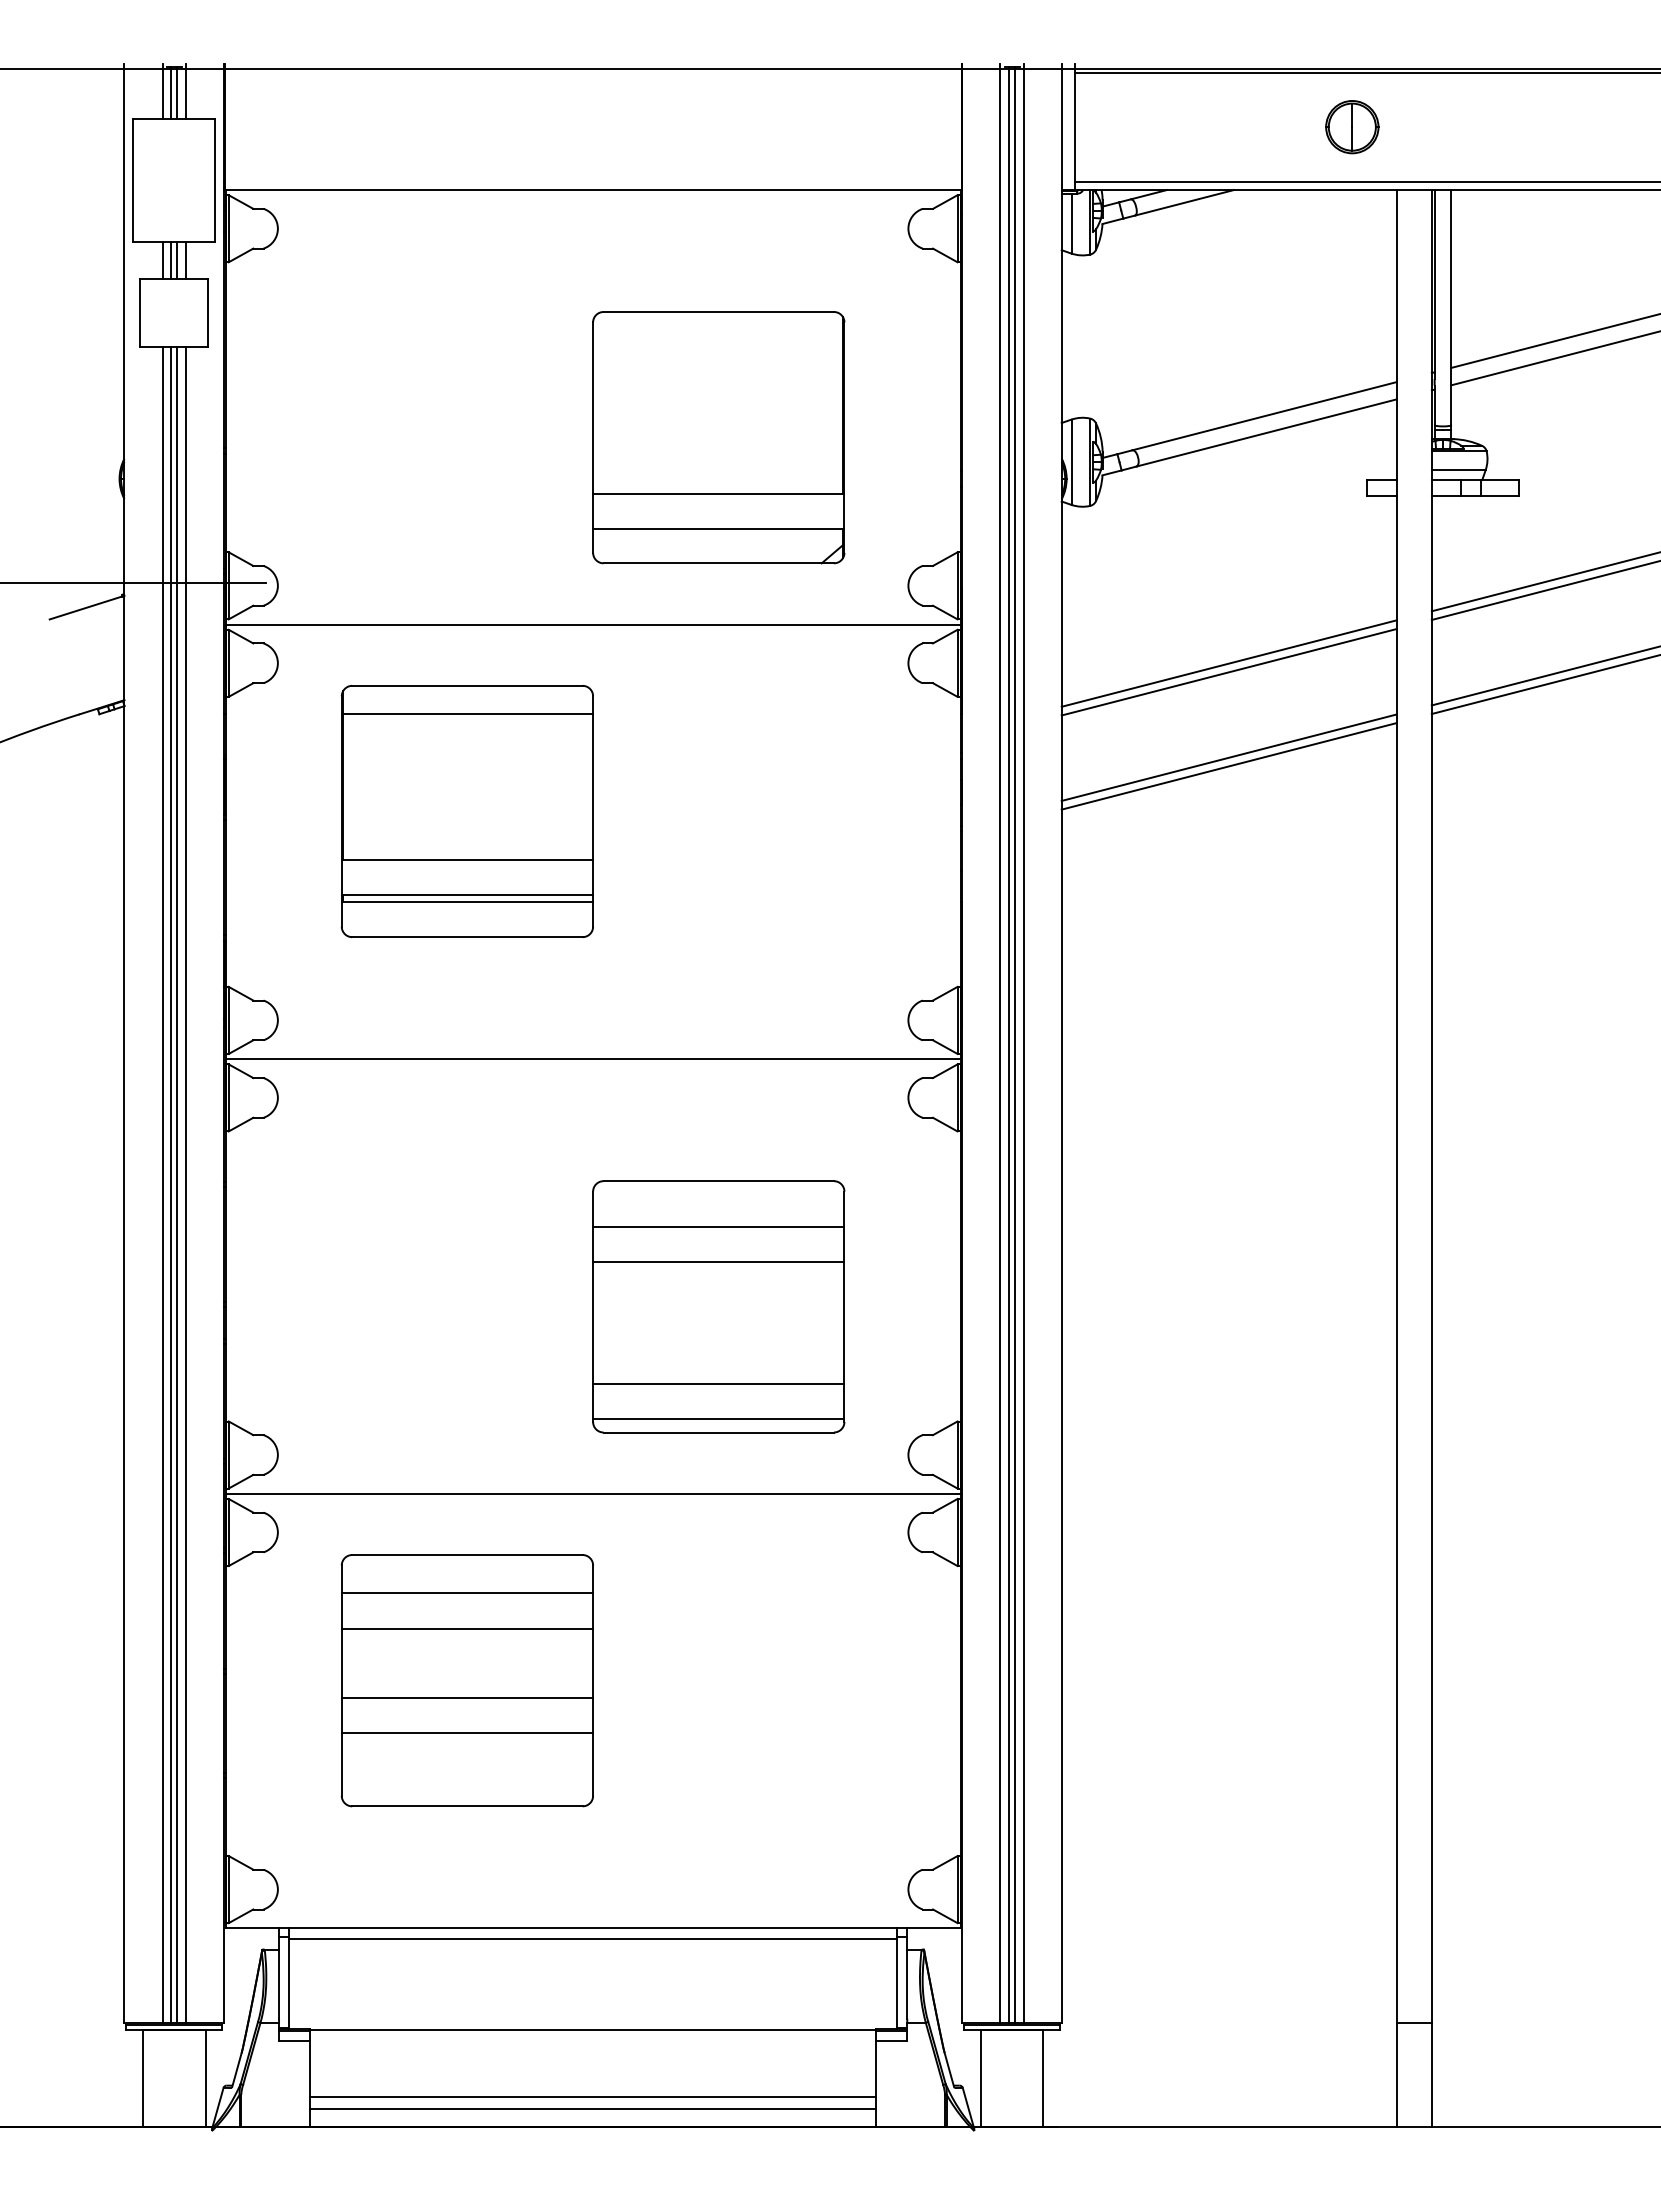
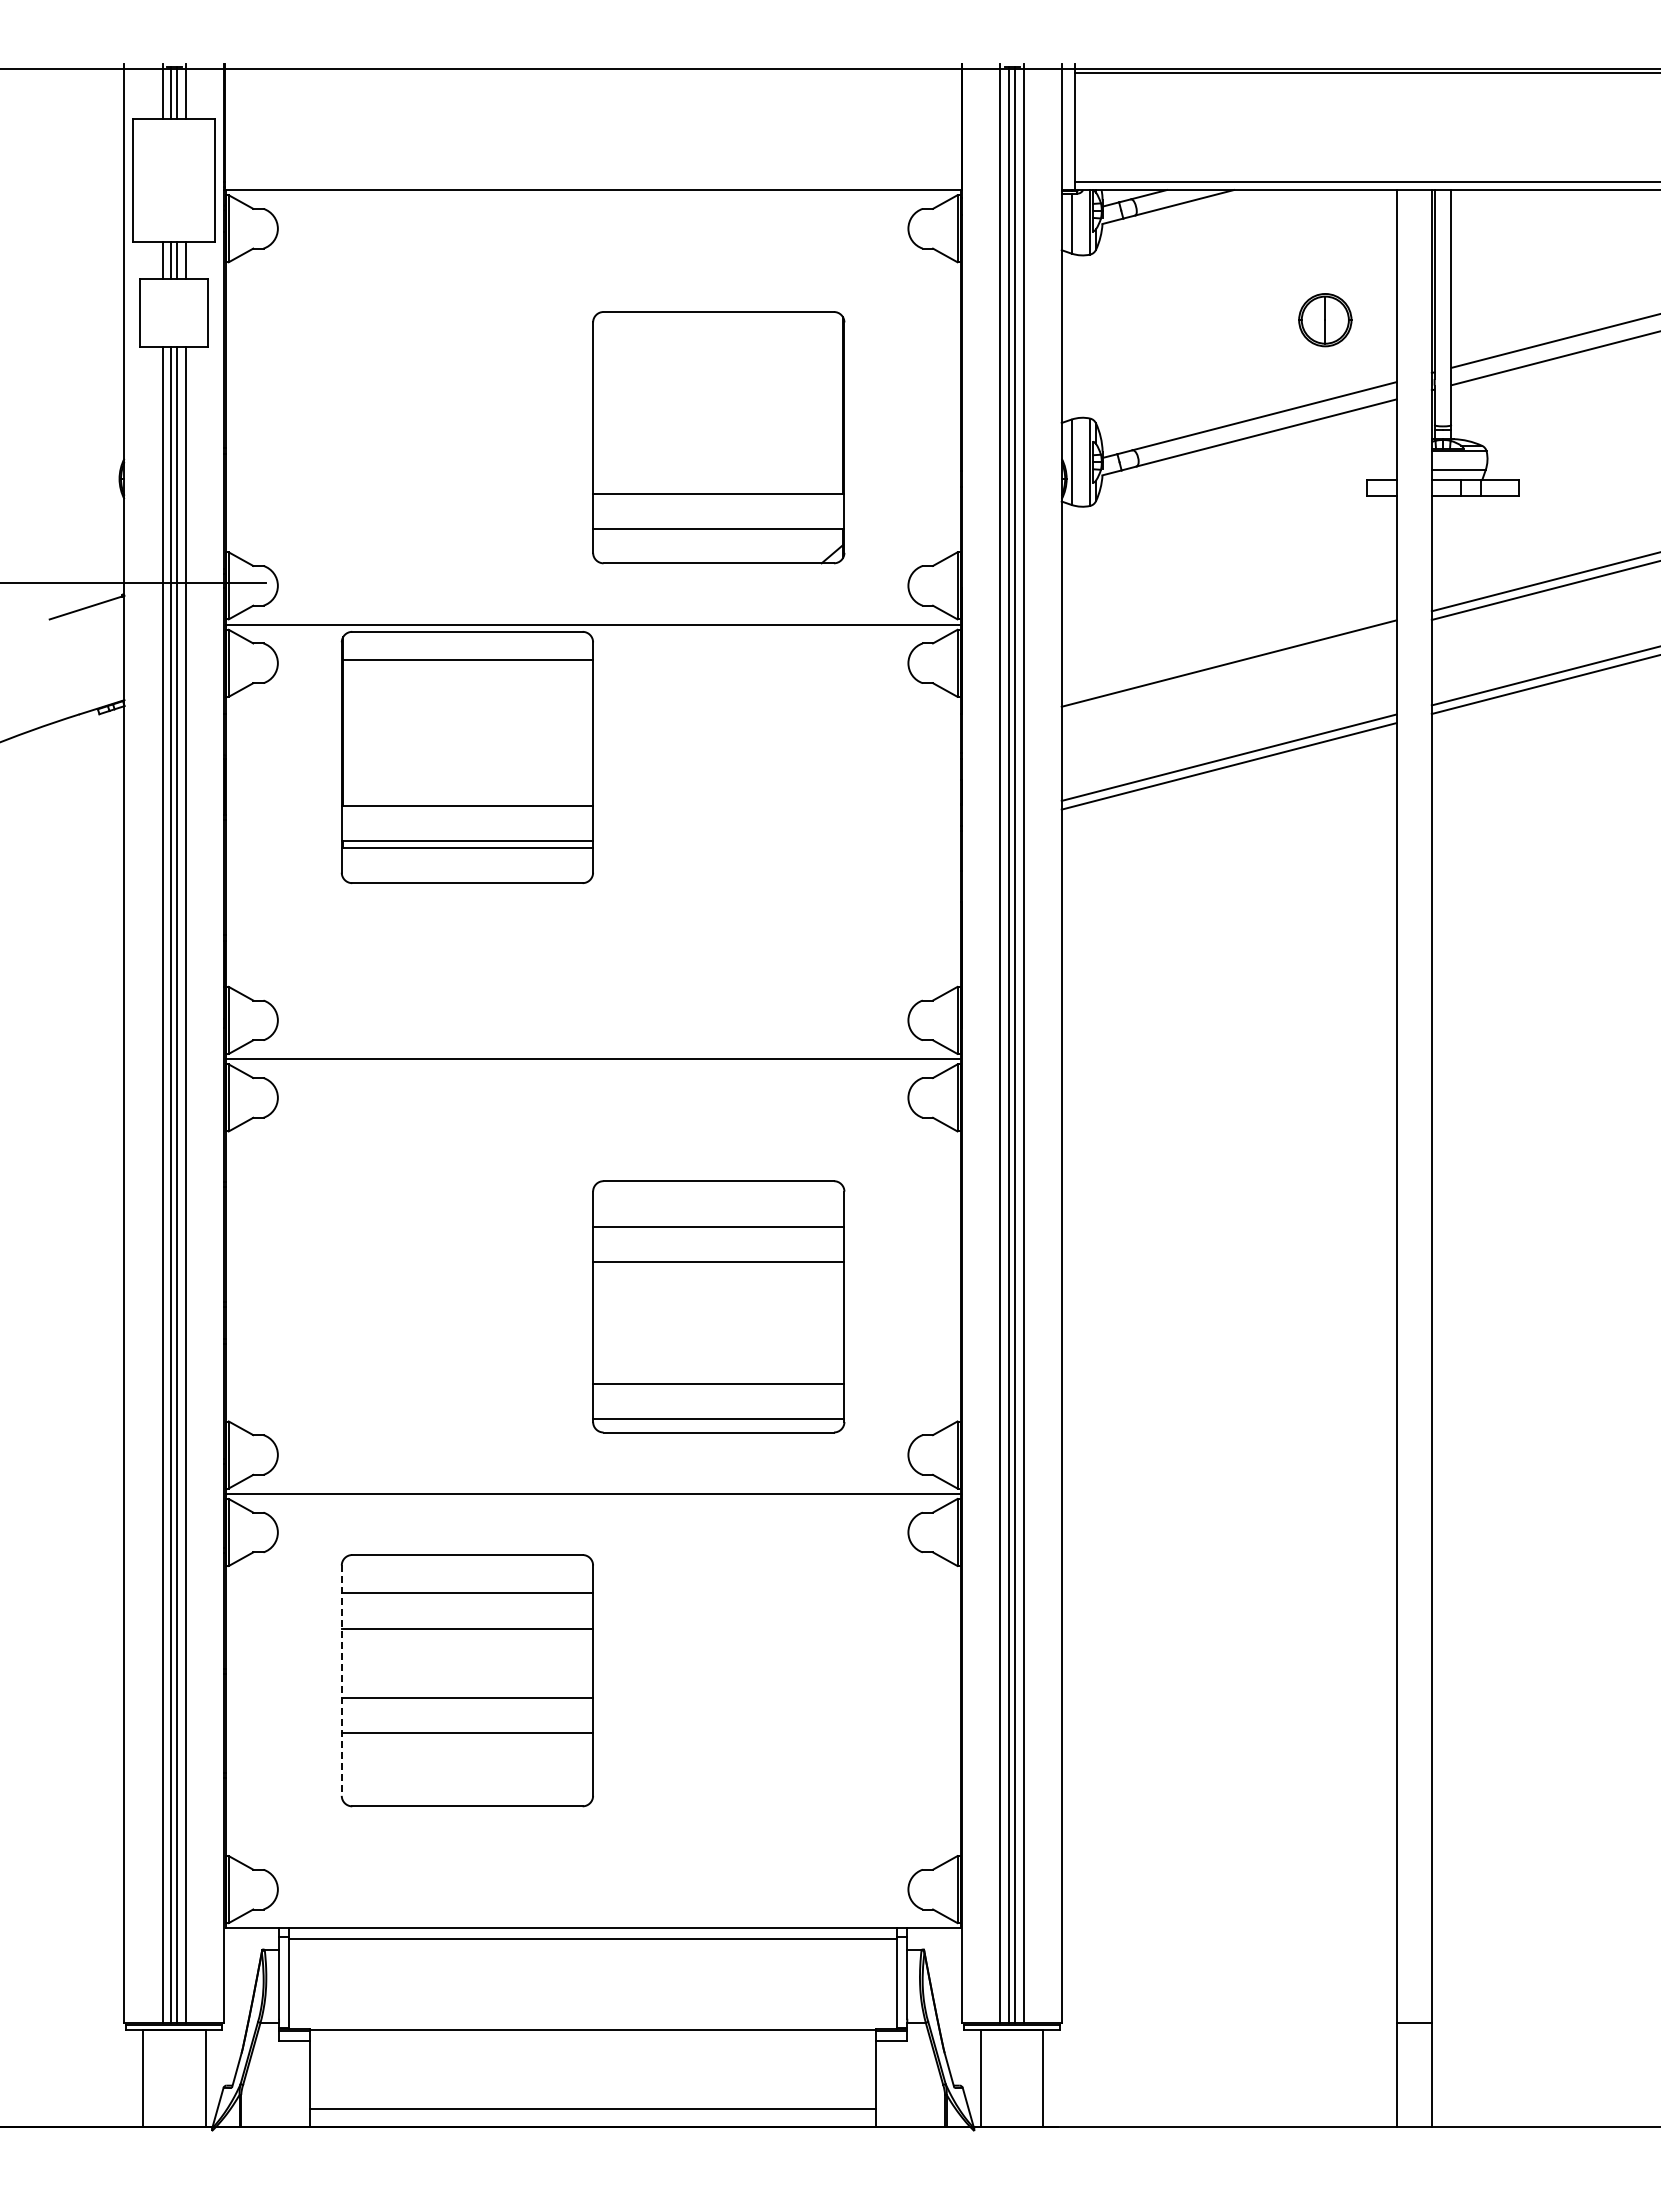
part at (1352, 127) position: (1352, 127) -> (1325, 320)
line at (1228, 672): present -> none
part at (466, 811) position: (466, 811) -> (466, 757)
line at (341, 1681): solid -> dashed
line at (592, 2096): present -> none
